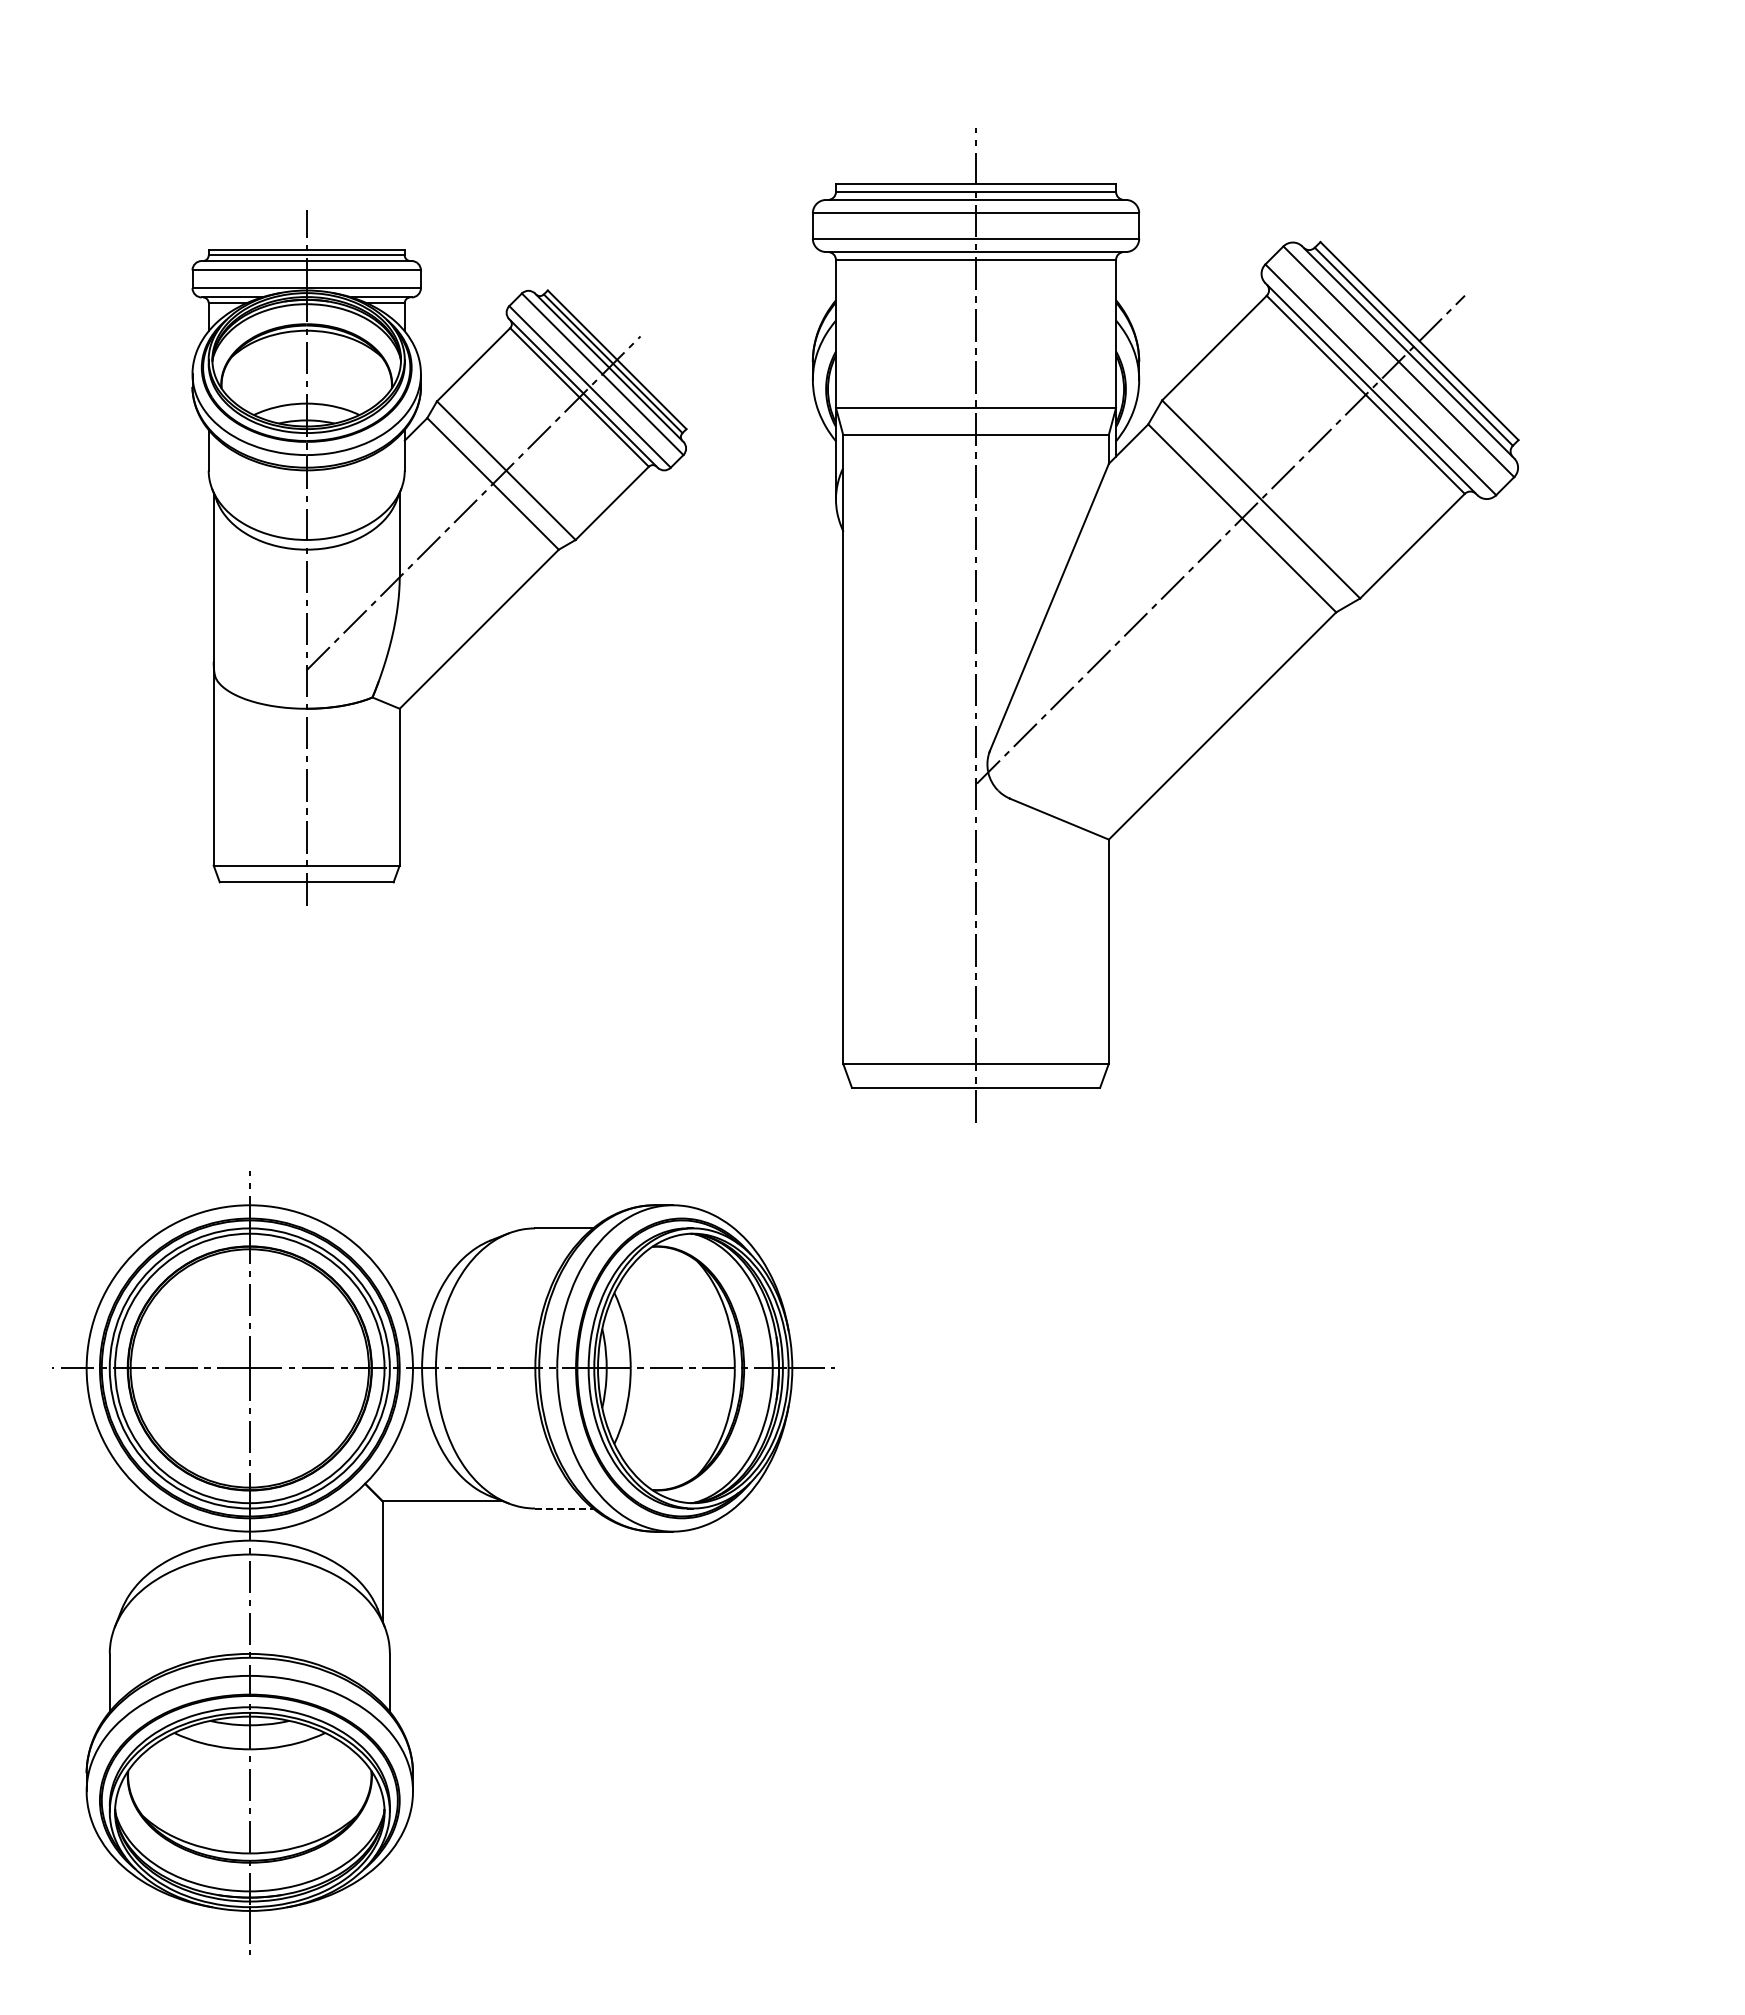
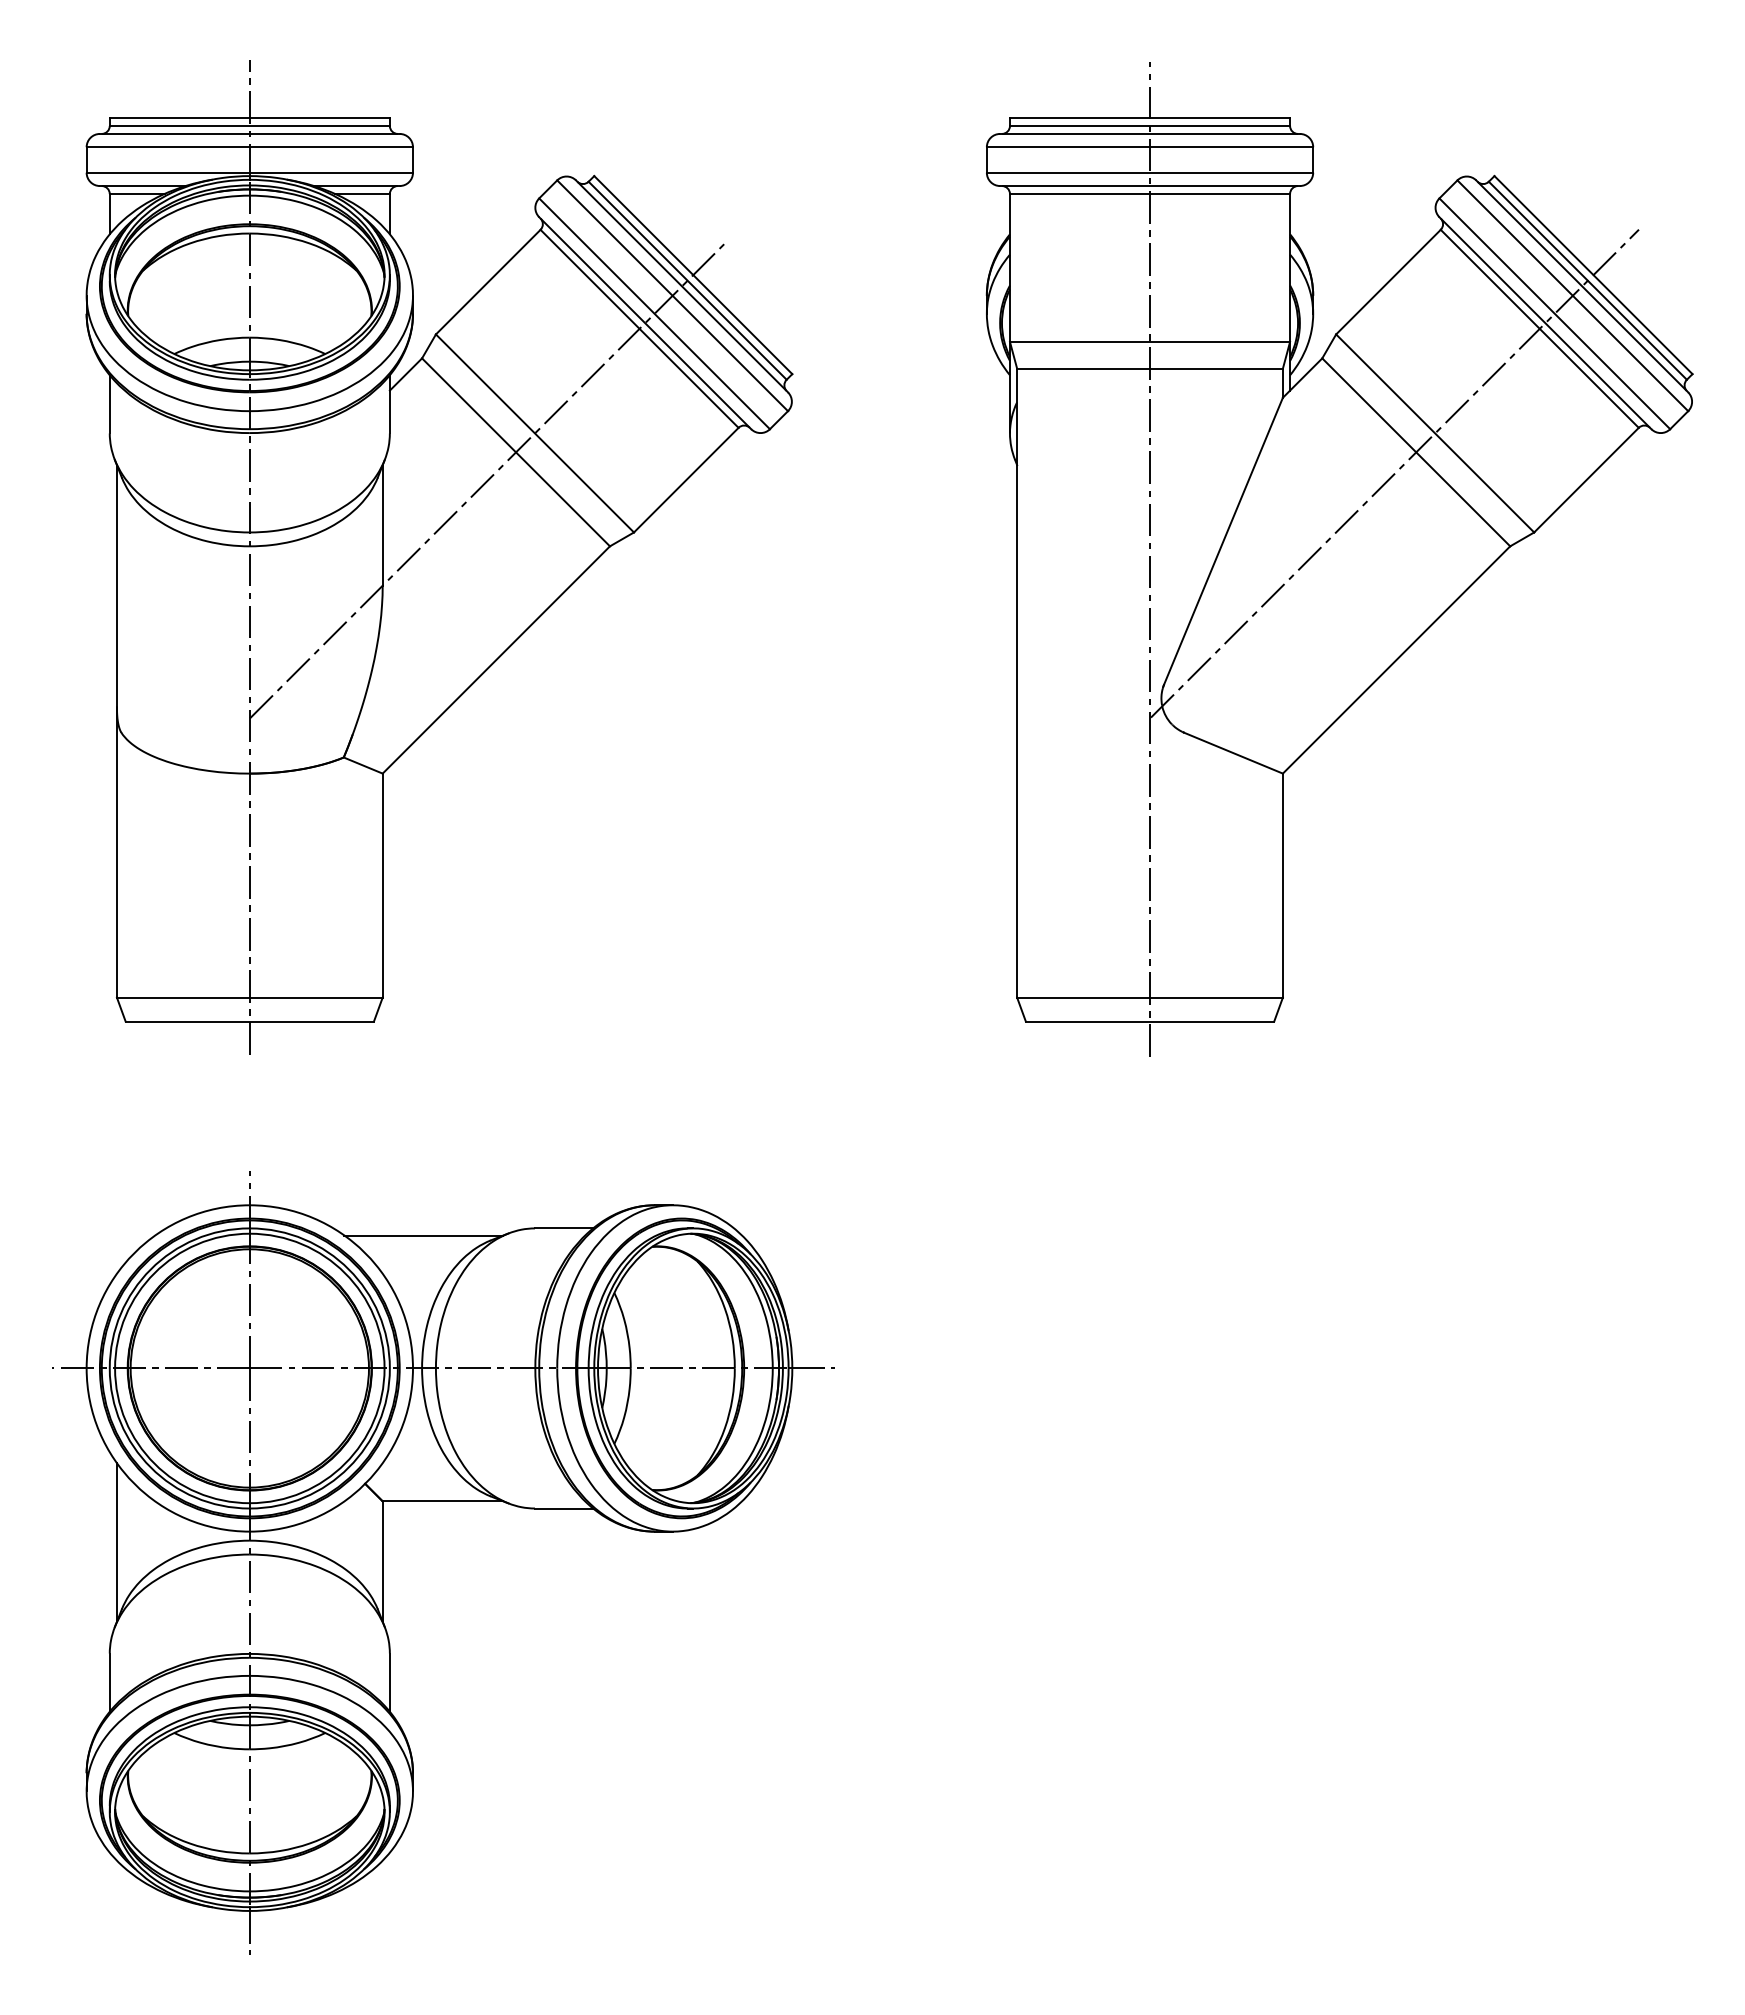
part at (439, 557) size: 497x696 px -> 709x995 px
part at (1165, 625) position: (1165, 625) -> (1339, 559)
line at (423, 1235): none -> present
line at (564, 1508): dashed -> solid
line at (116, 1542): none -> present
